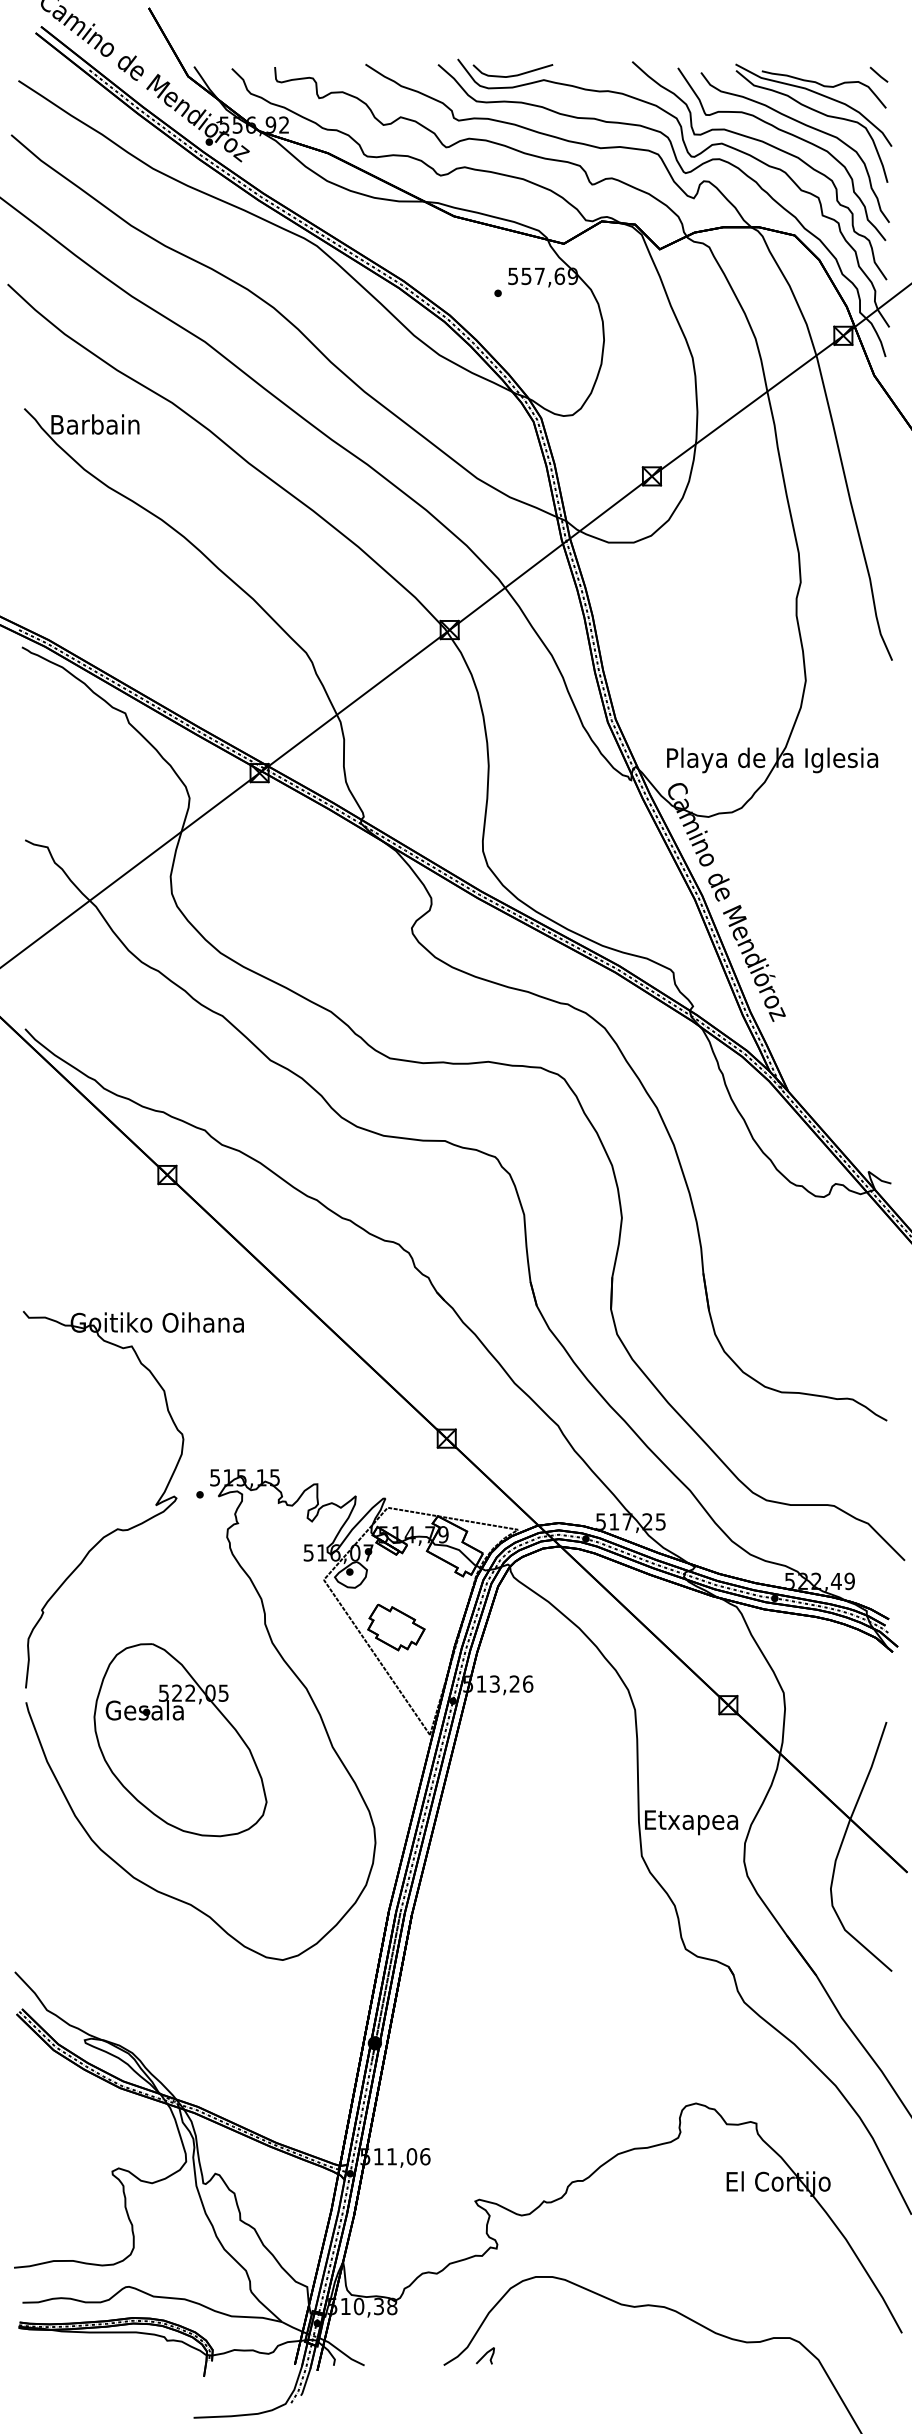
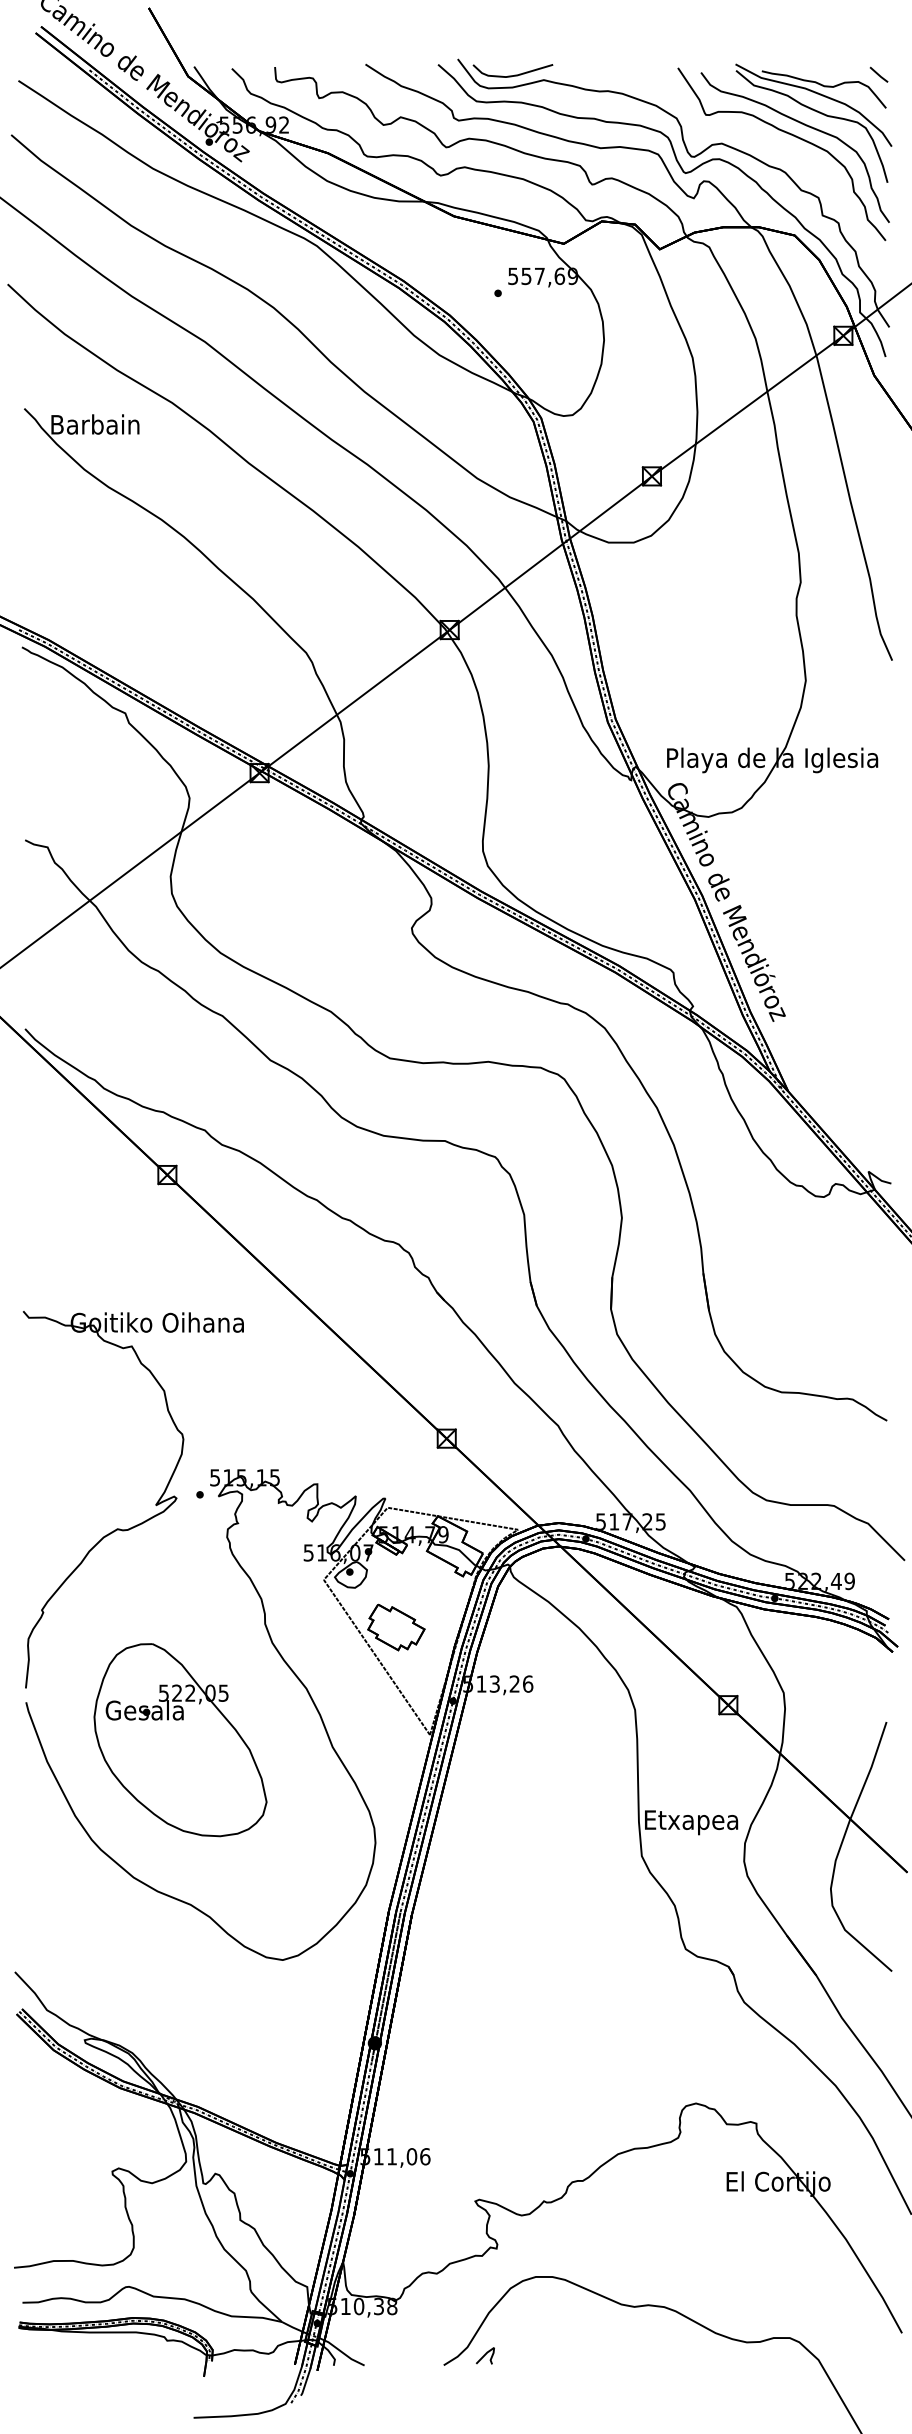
curve at (770, 146): present -> none
